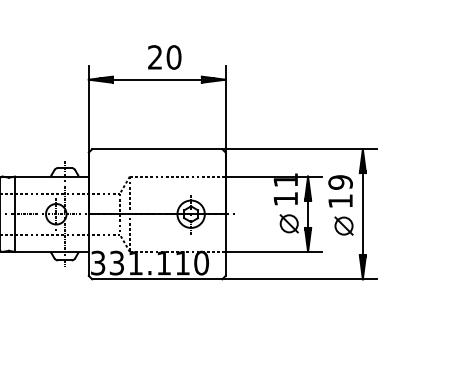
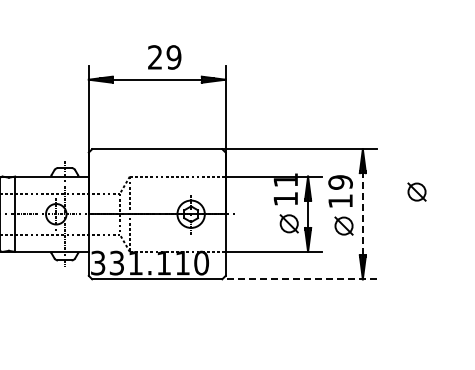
text at (173, 57): 20 -> 29
part at (416, 191): none -> present
line at (362, 213): solid -> dashed
line at (298, 279): solid -> dashed
